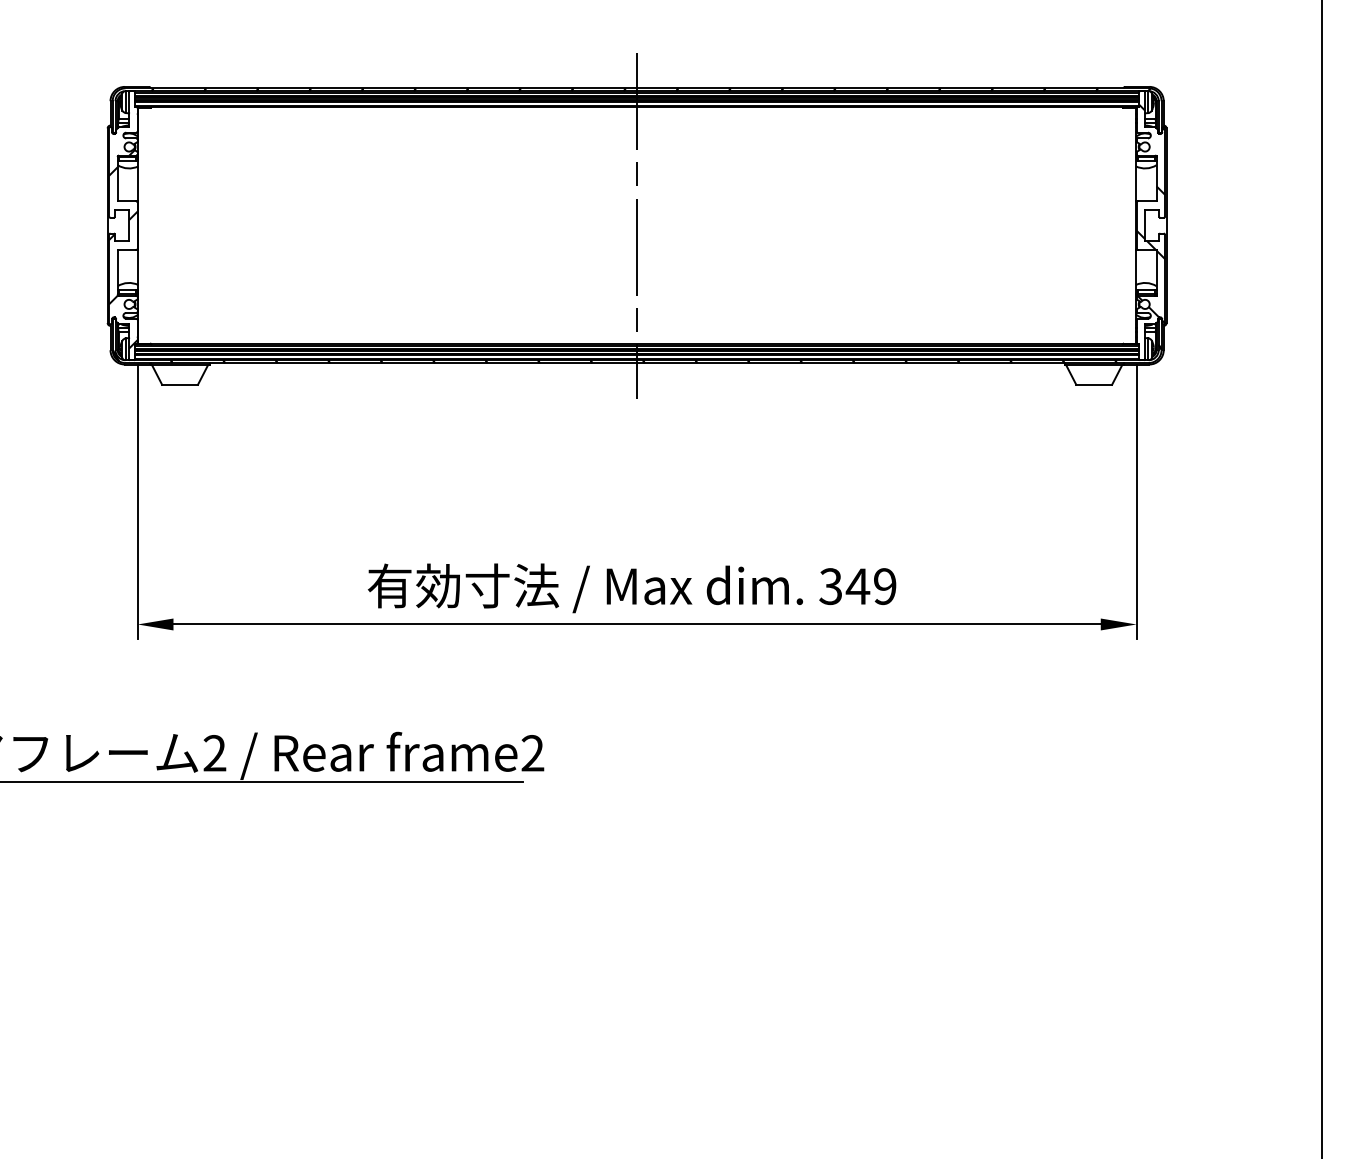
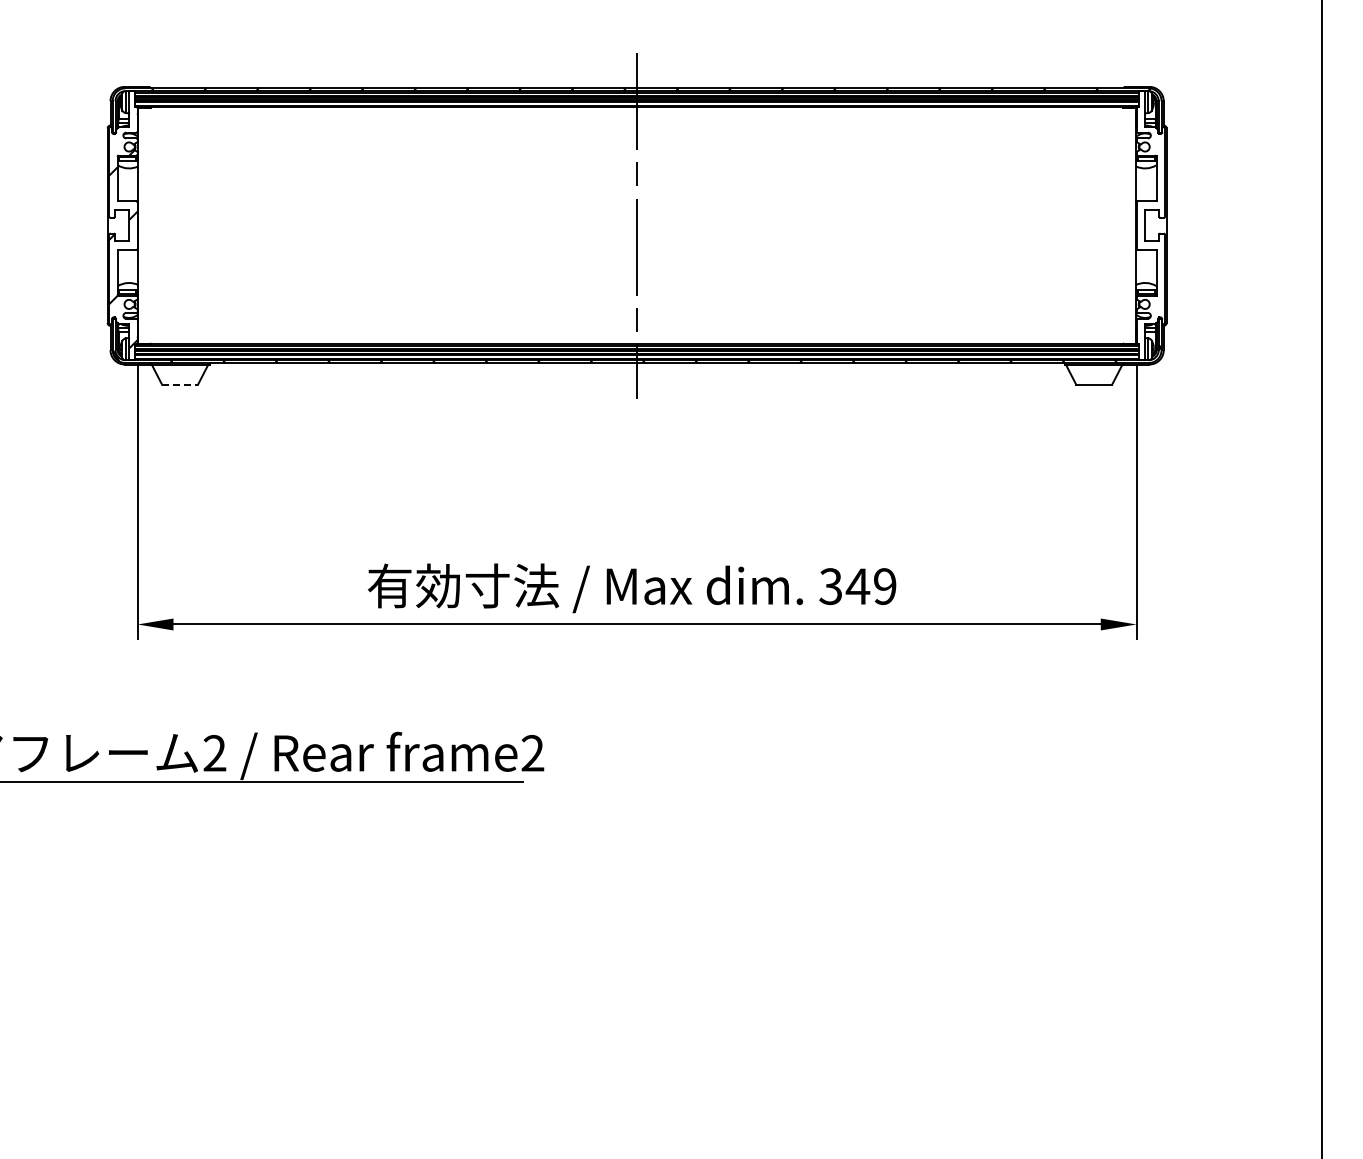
hatch at (1150, 213): present -> none
line at (180, 384): solid -> dashed
